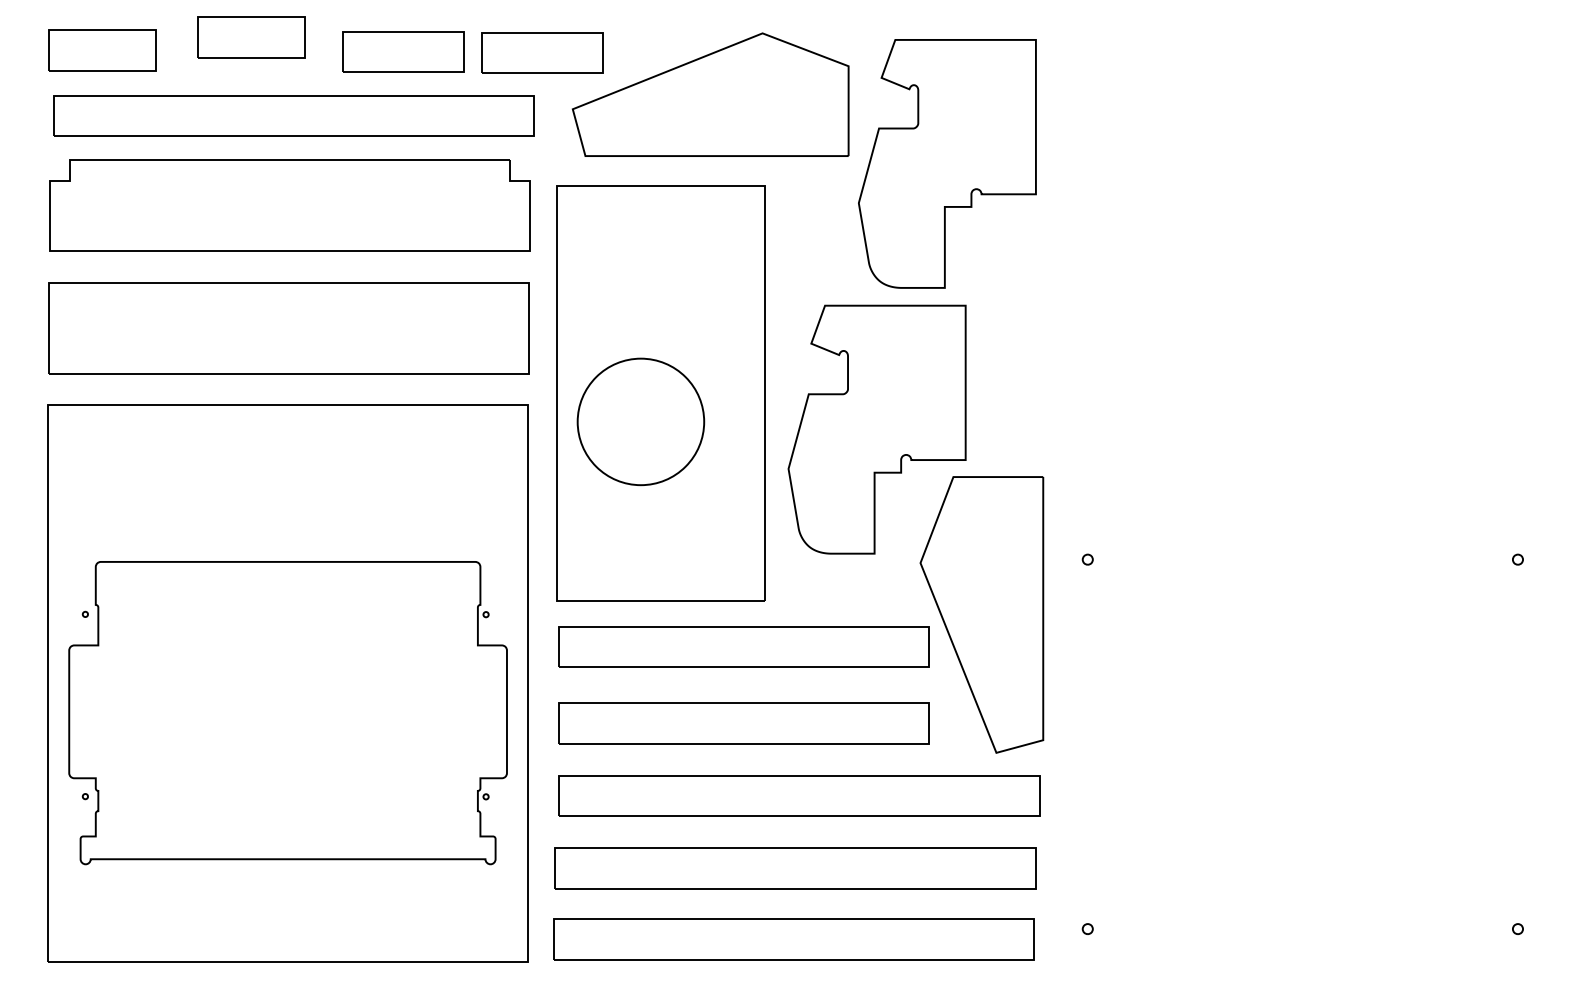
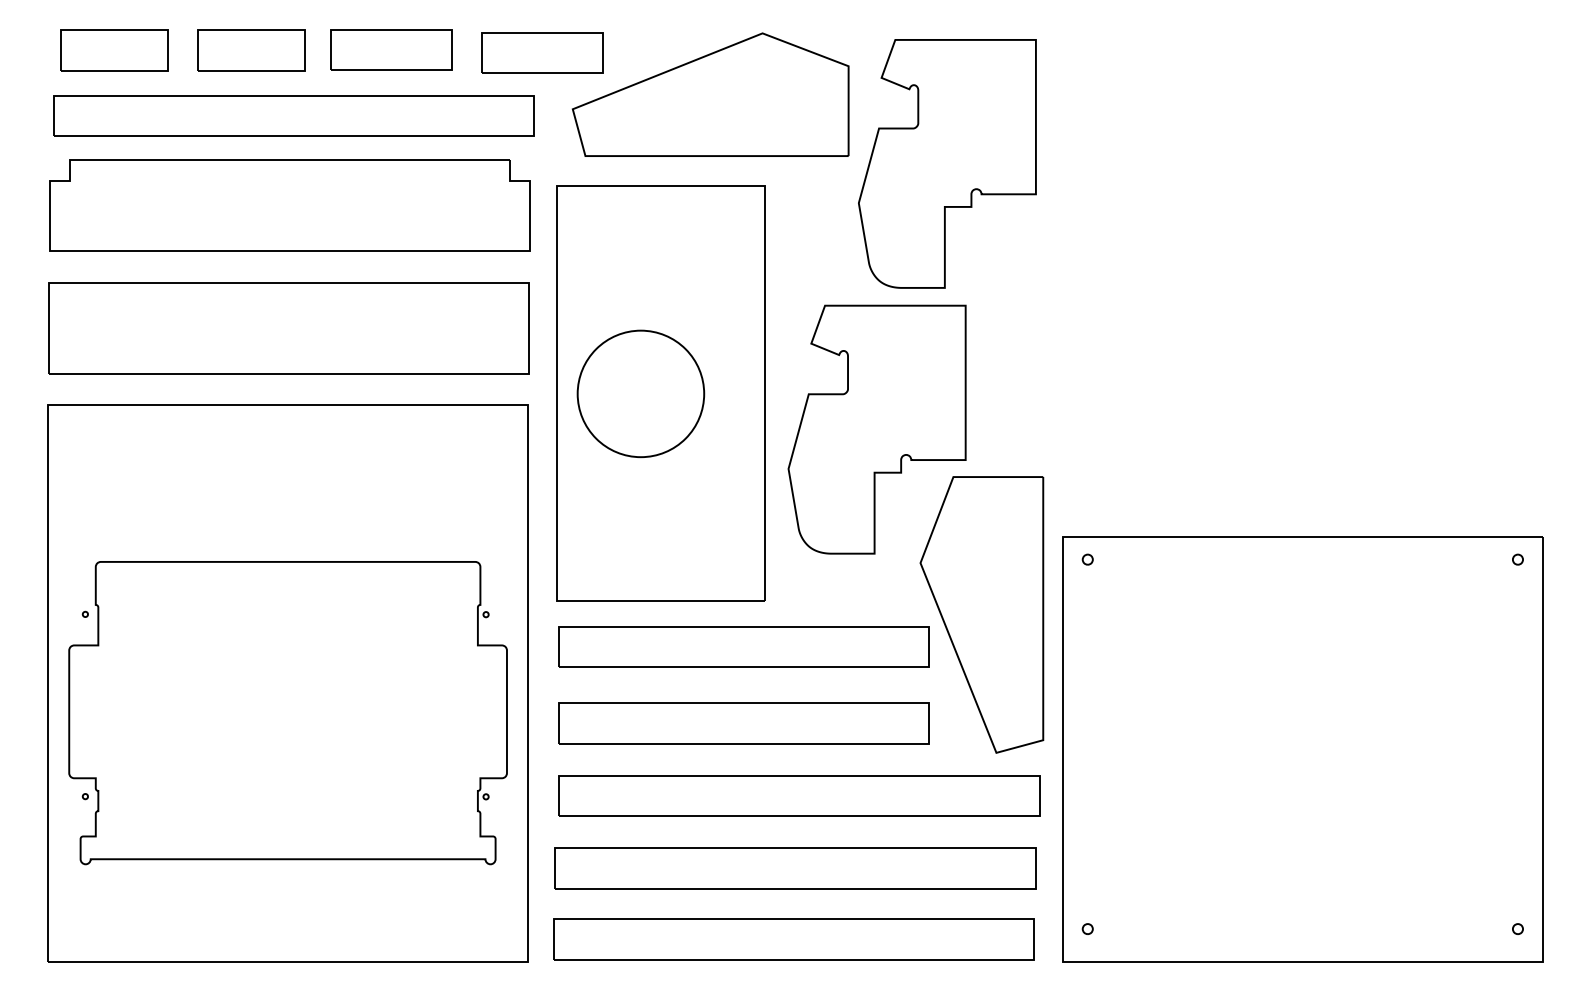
part at (251, 37) position: (251, 37) -> (251, 50)
part at (102, 50) position: (102, 50) -> (114, 50)
part at (403, 51) position: (403, 51) -> (391, 49)
part at (640, 421) position: (640, 421) -> (640, 393)
part at (1302, 749): none -> present
